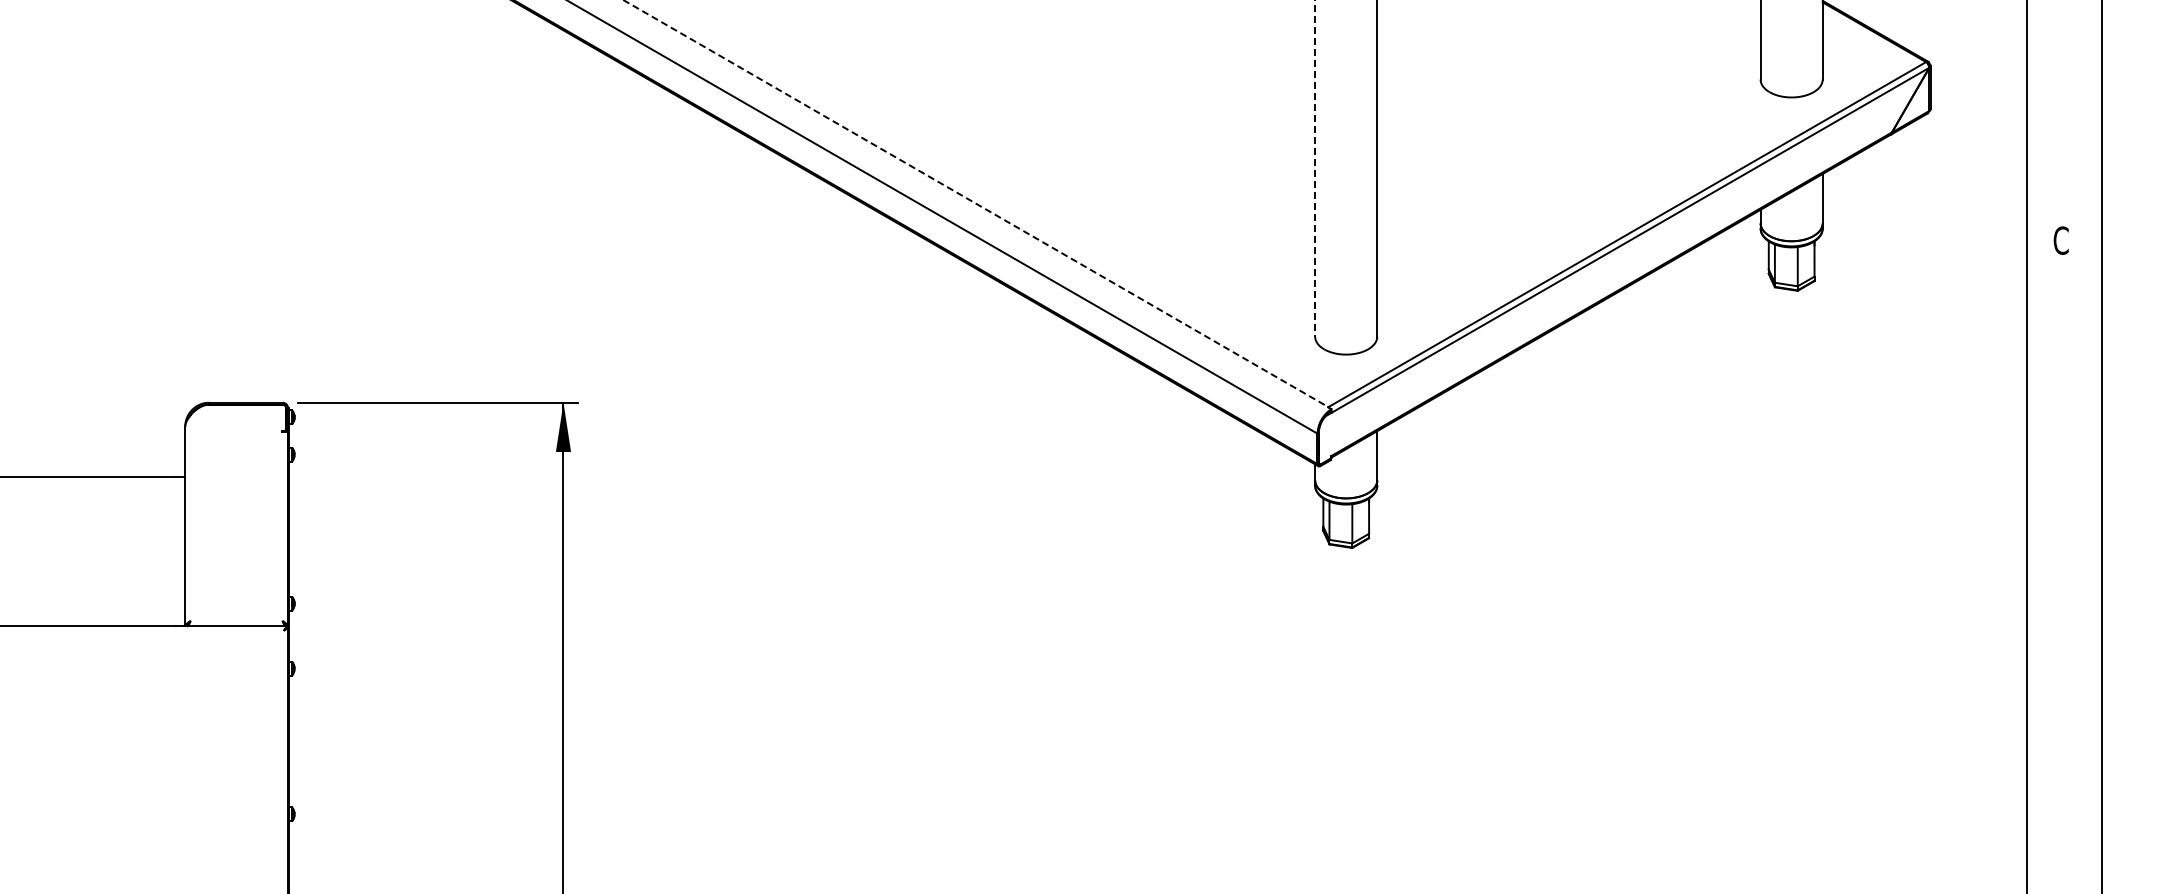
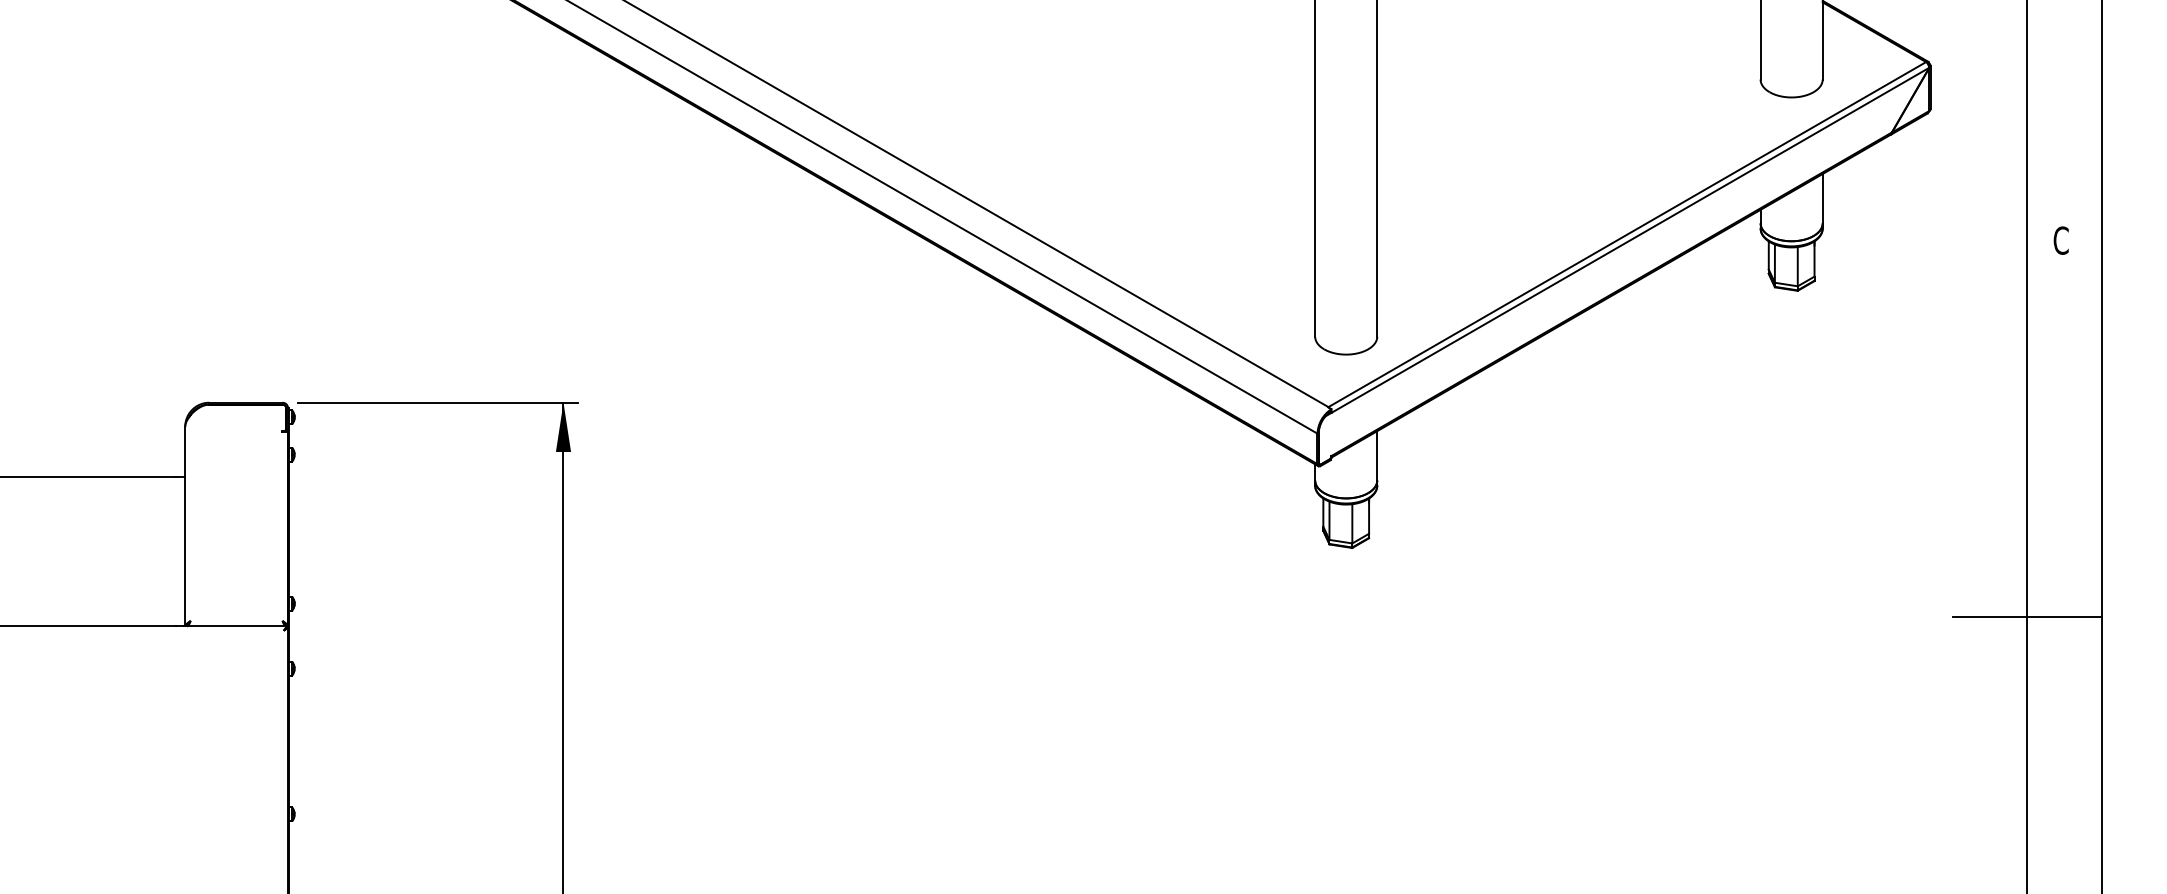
line at (1315, 169): dashed -> solid
line at (976, 203): dashed -> solid
line at (2026, 617): none -> present
